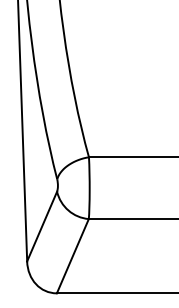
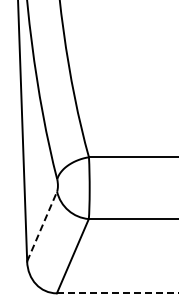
line at (42, 226): solid -> dashed
line at (117, 293): solid -> dashed
